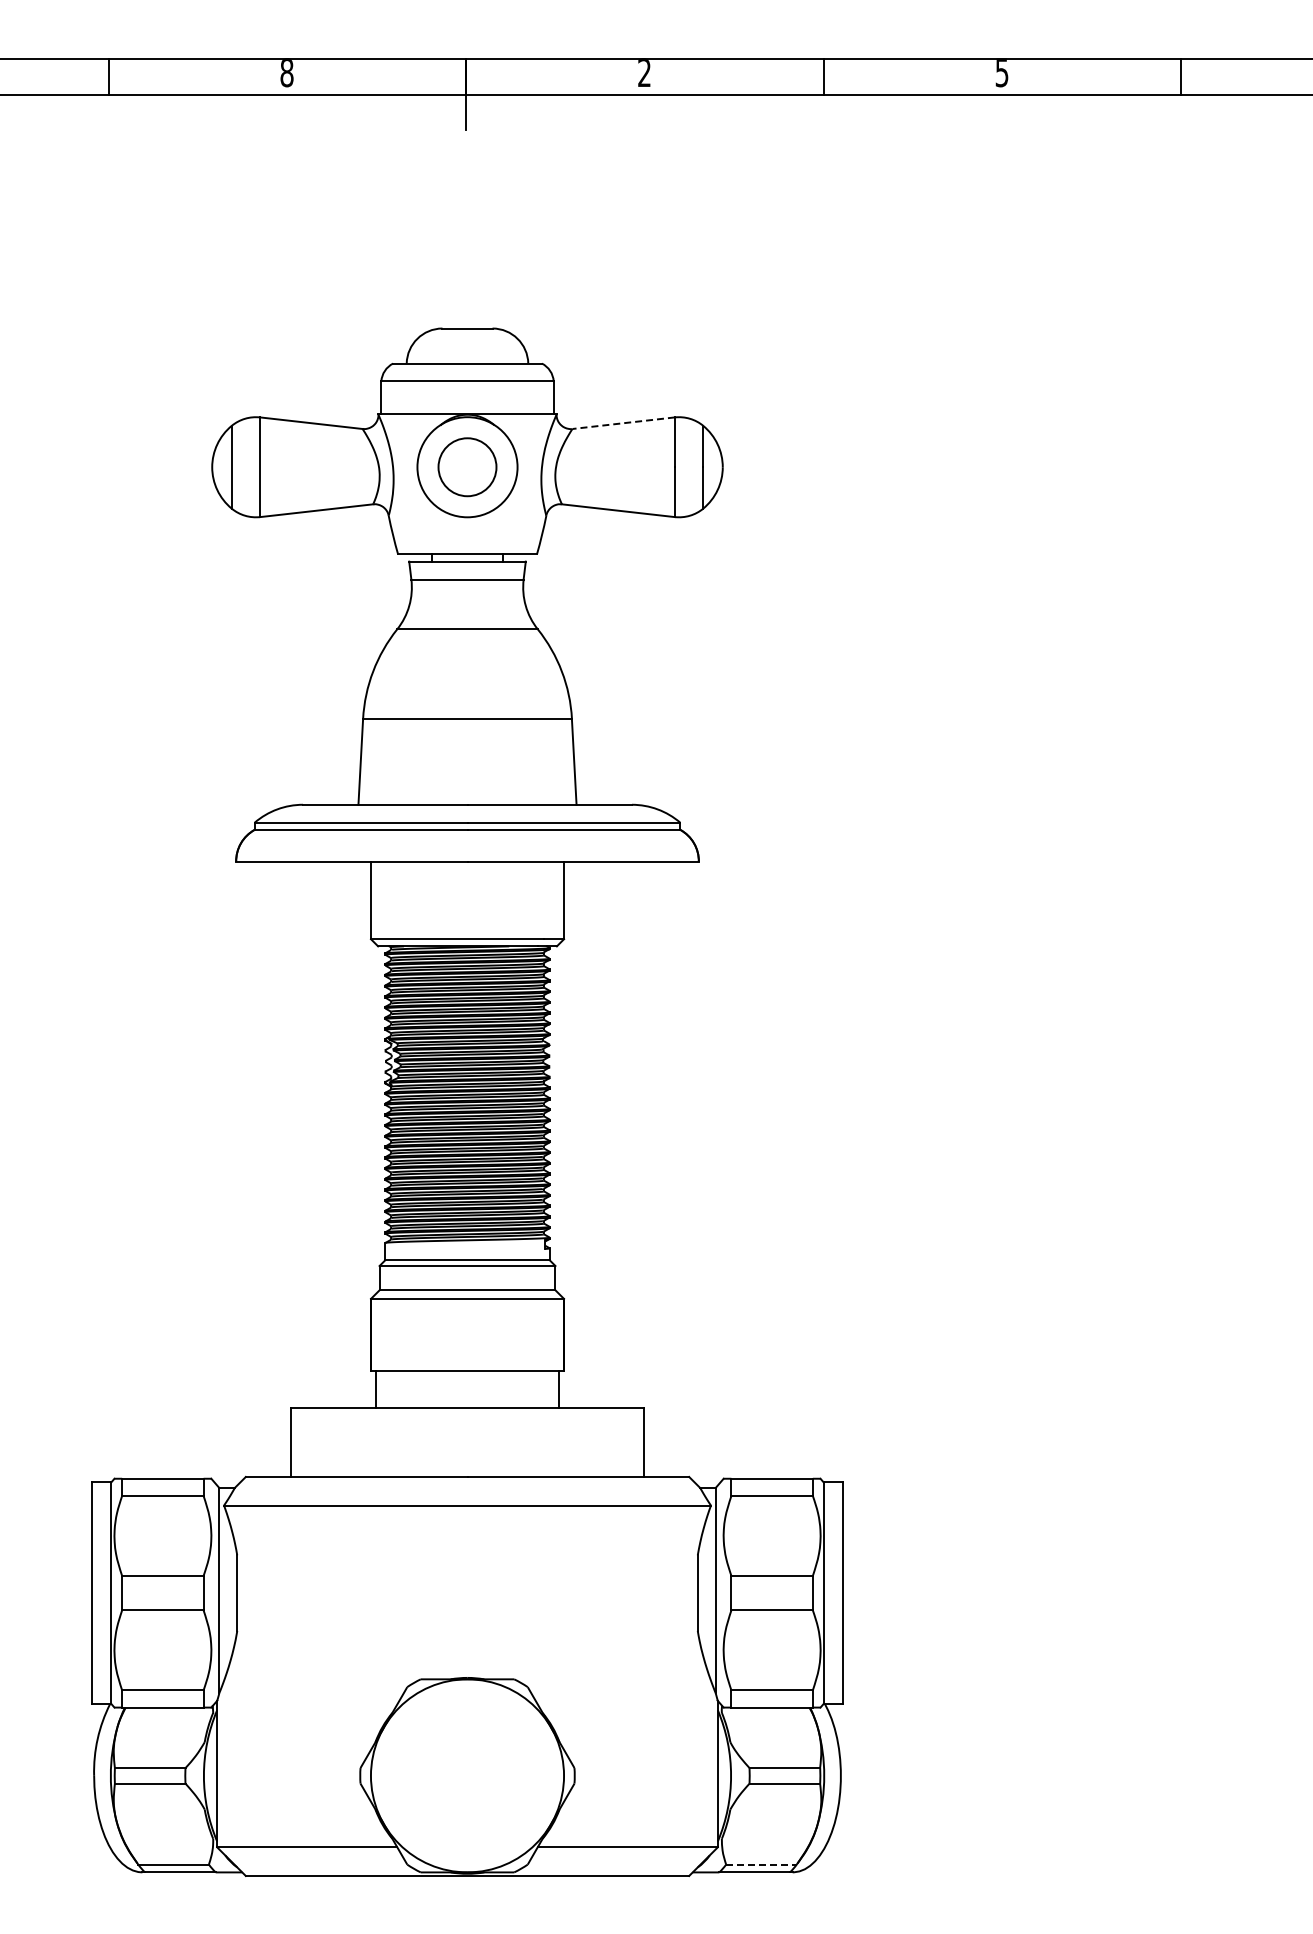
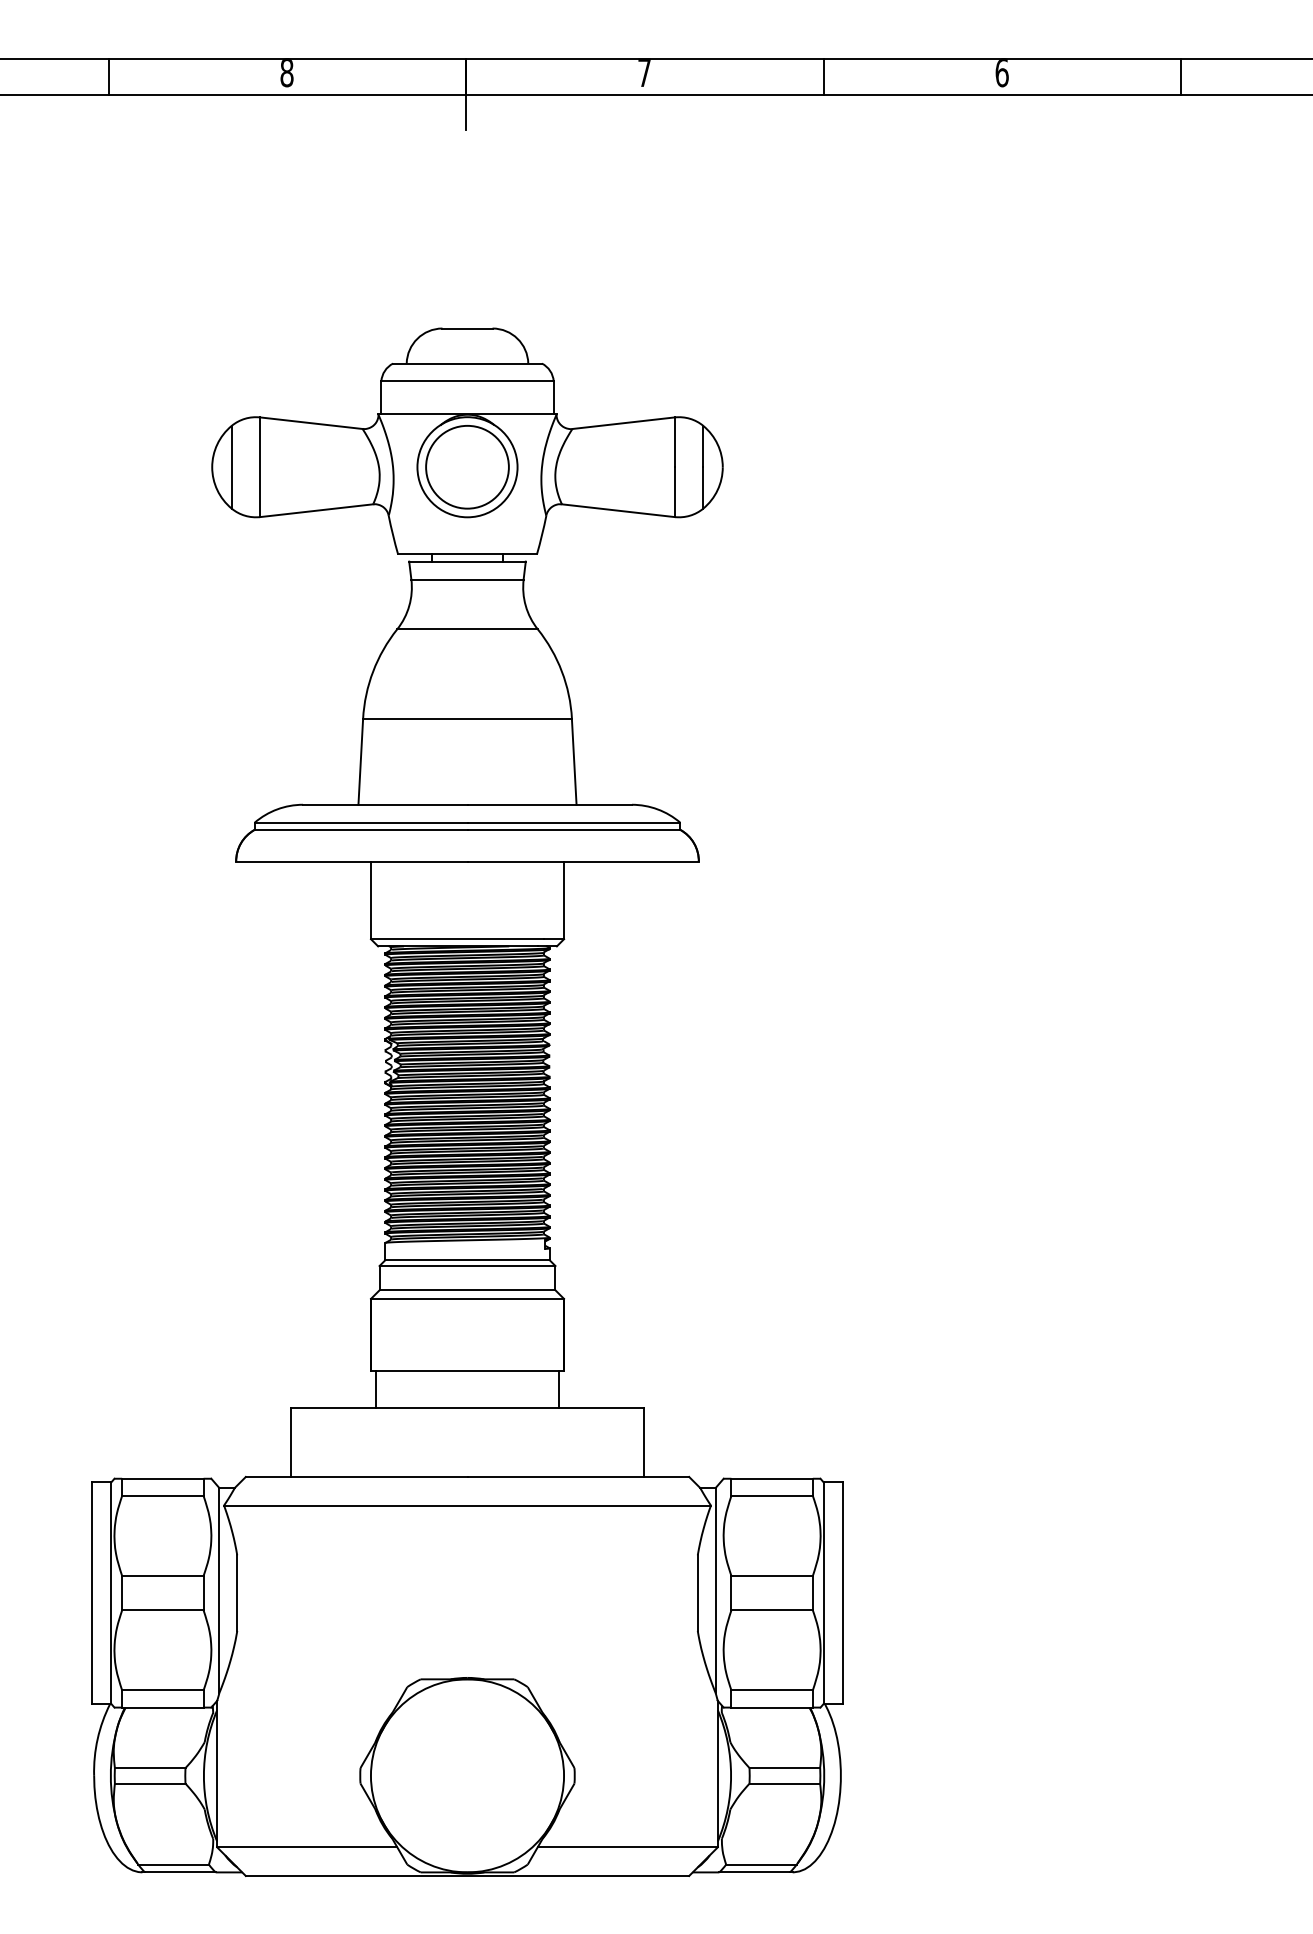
text at (644, 73): 2 -> 7
text at (1001, 73): 5 -> 6
line at (623, 423): dashed -> solid
circle at (467, 467) diameter: 58 px -> 83 px
line at (761, 1864): dashed -> solid
